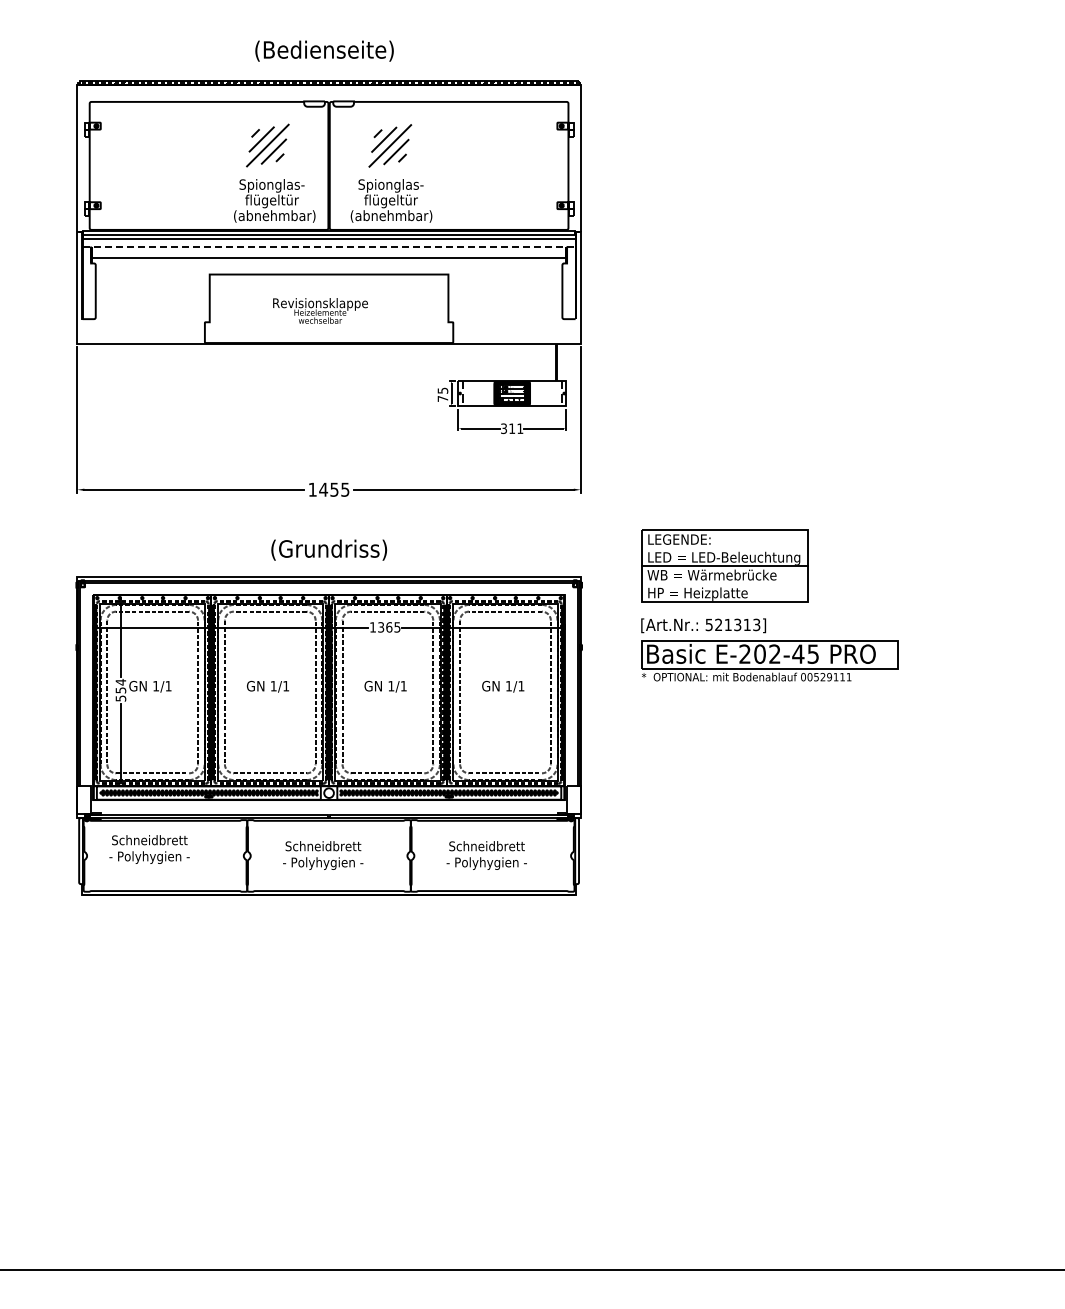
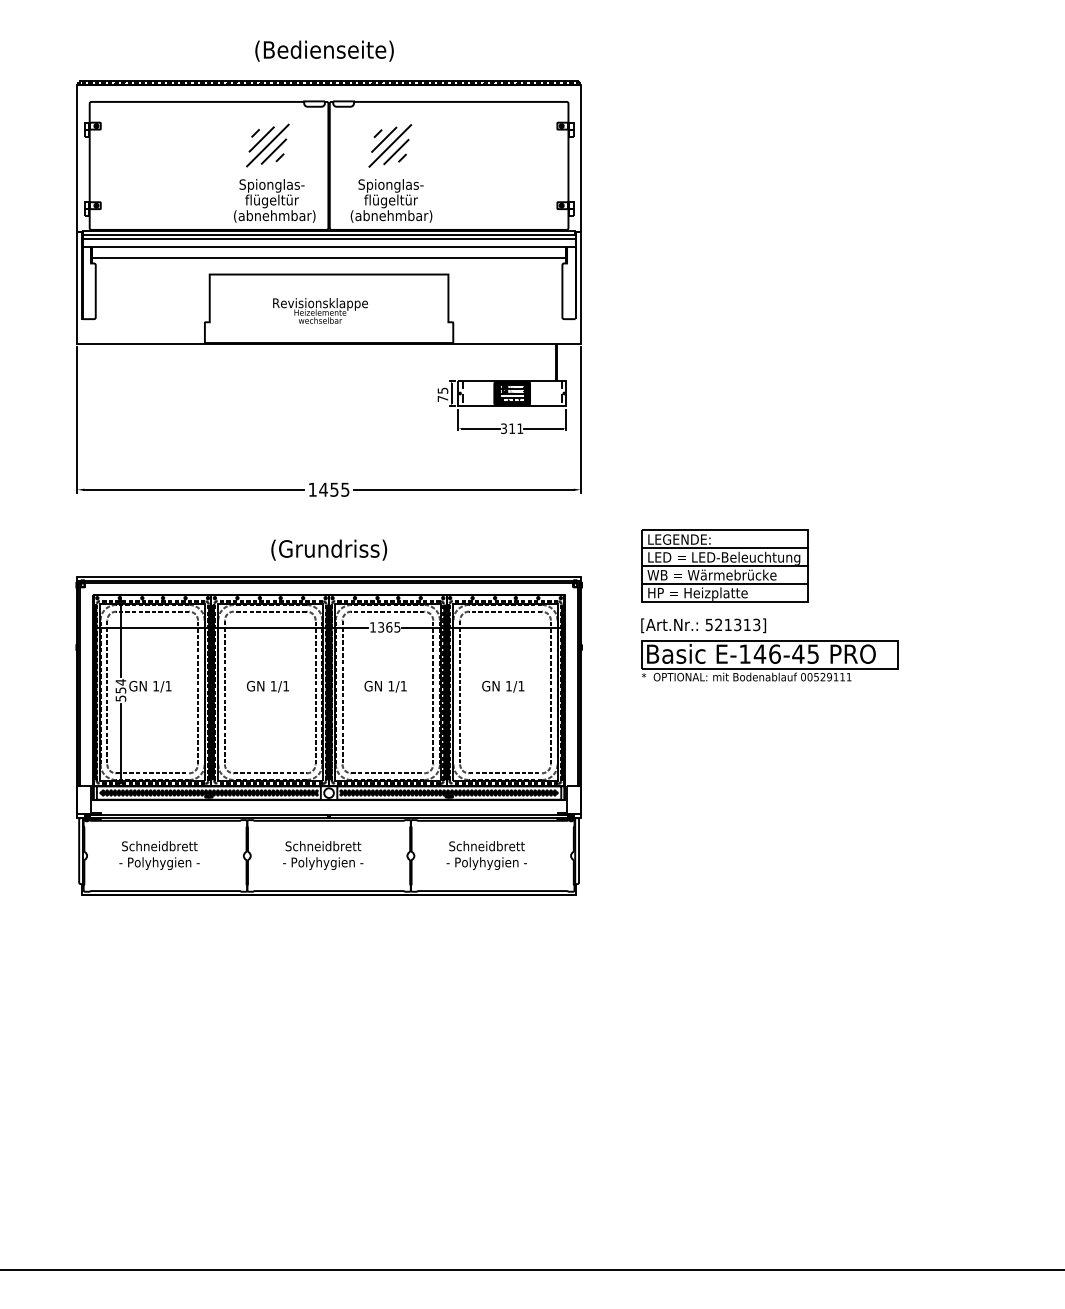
line at (329, 246): dashed -> solid
line at (724, 548): none -> present
line at (724, 583): none -> present
text at (759, 653): E-202-45 -> E-146-45
text at (149, 849) position: (149, 849) -> (159, 855)
